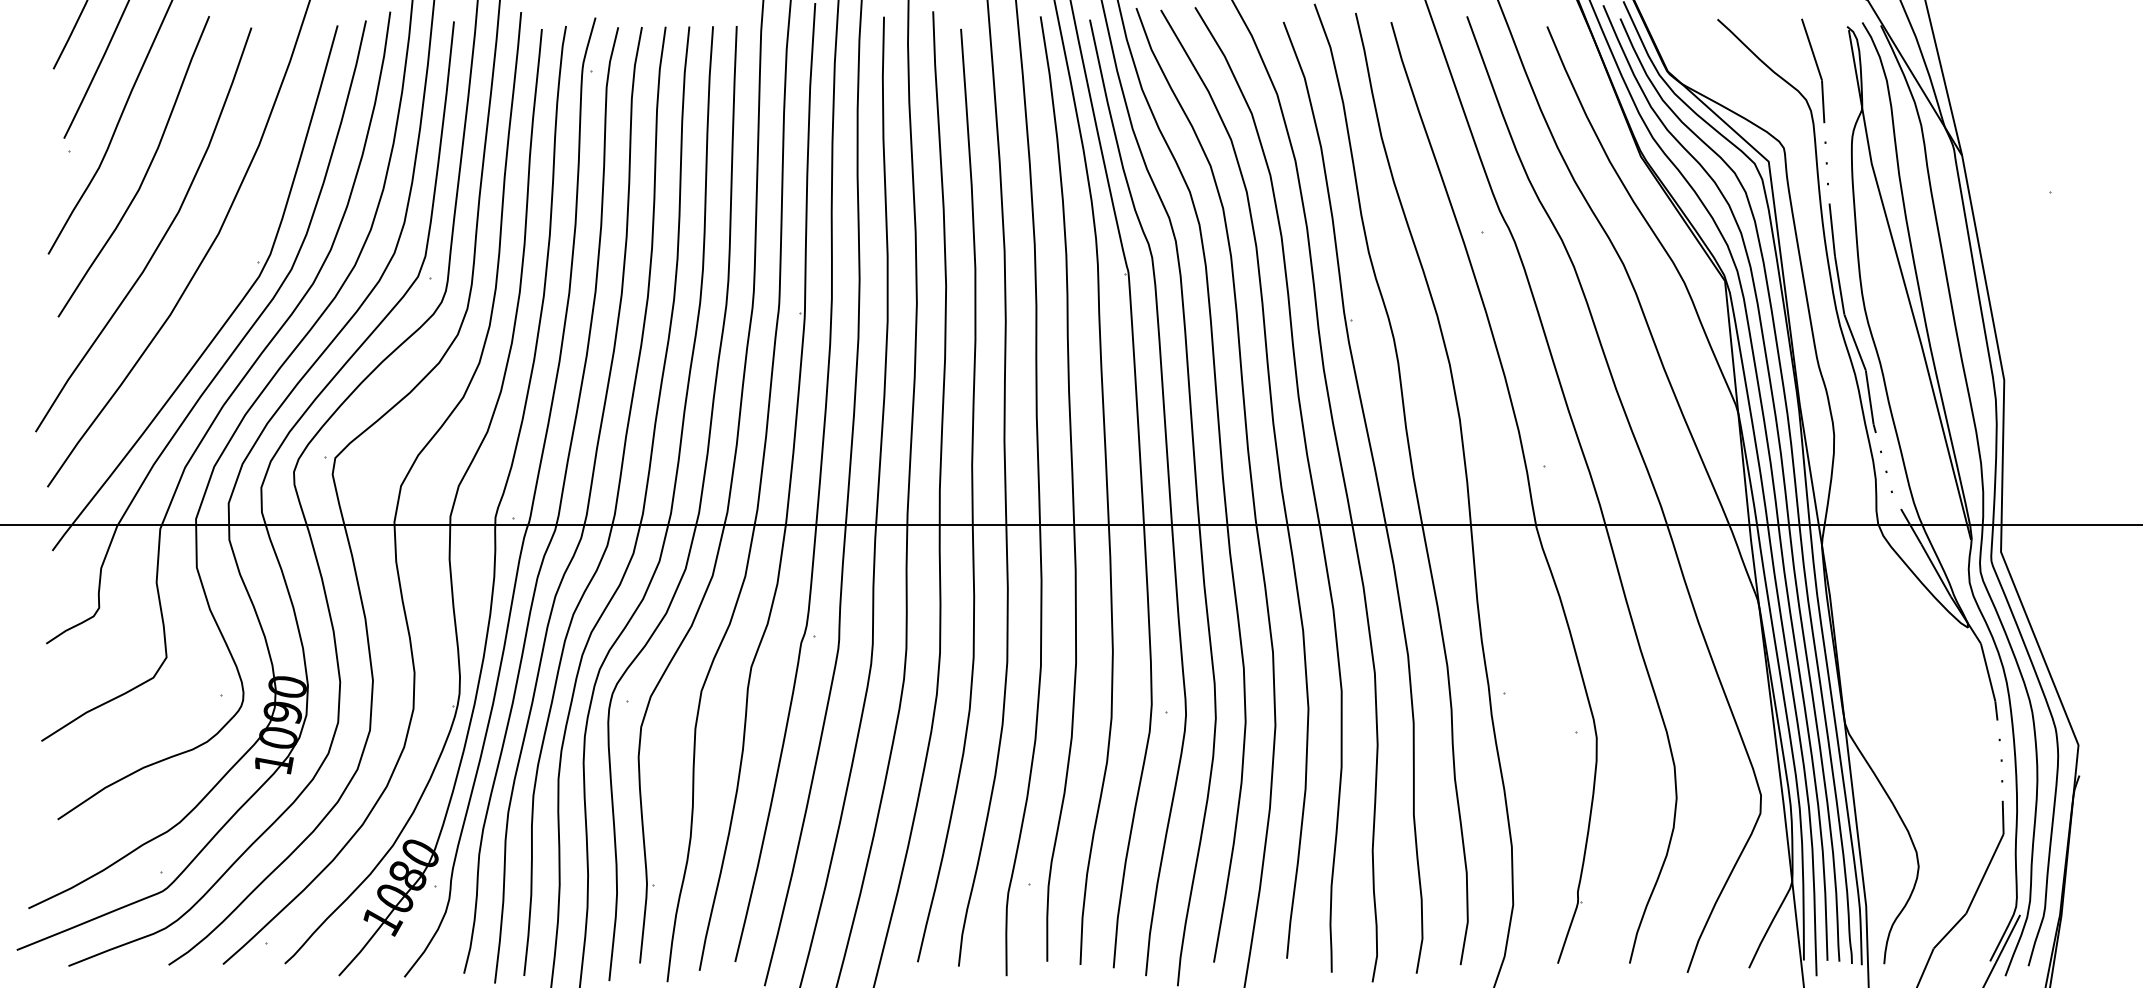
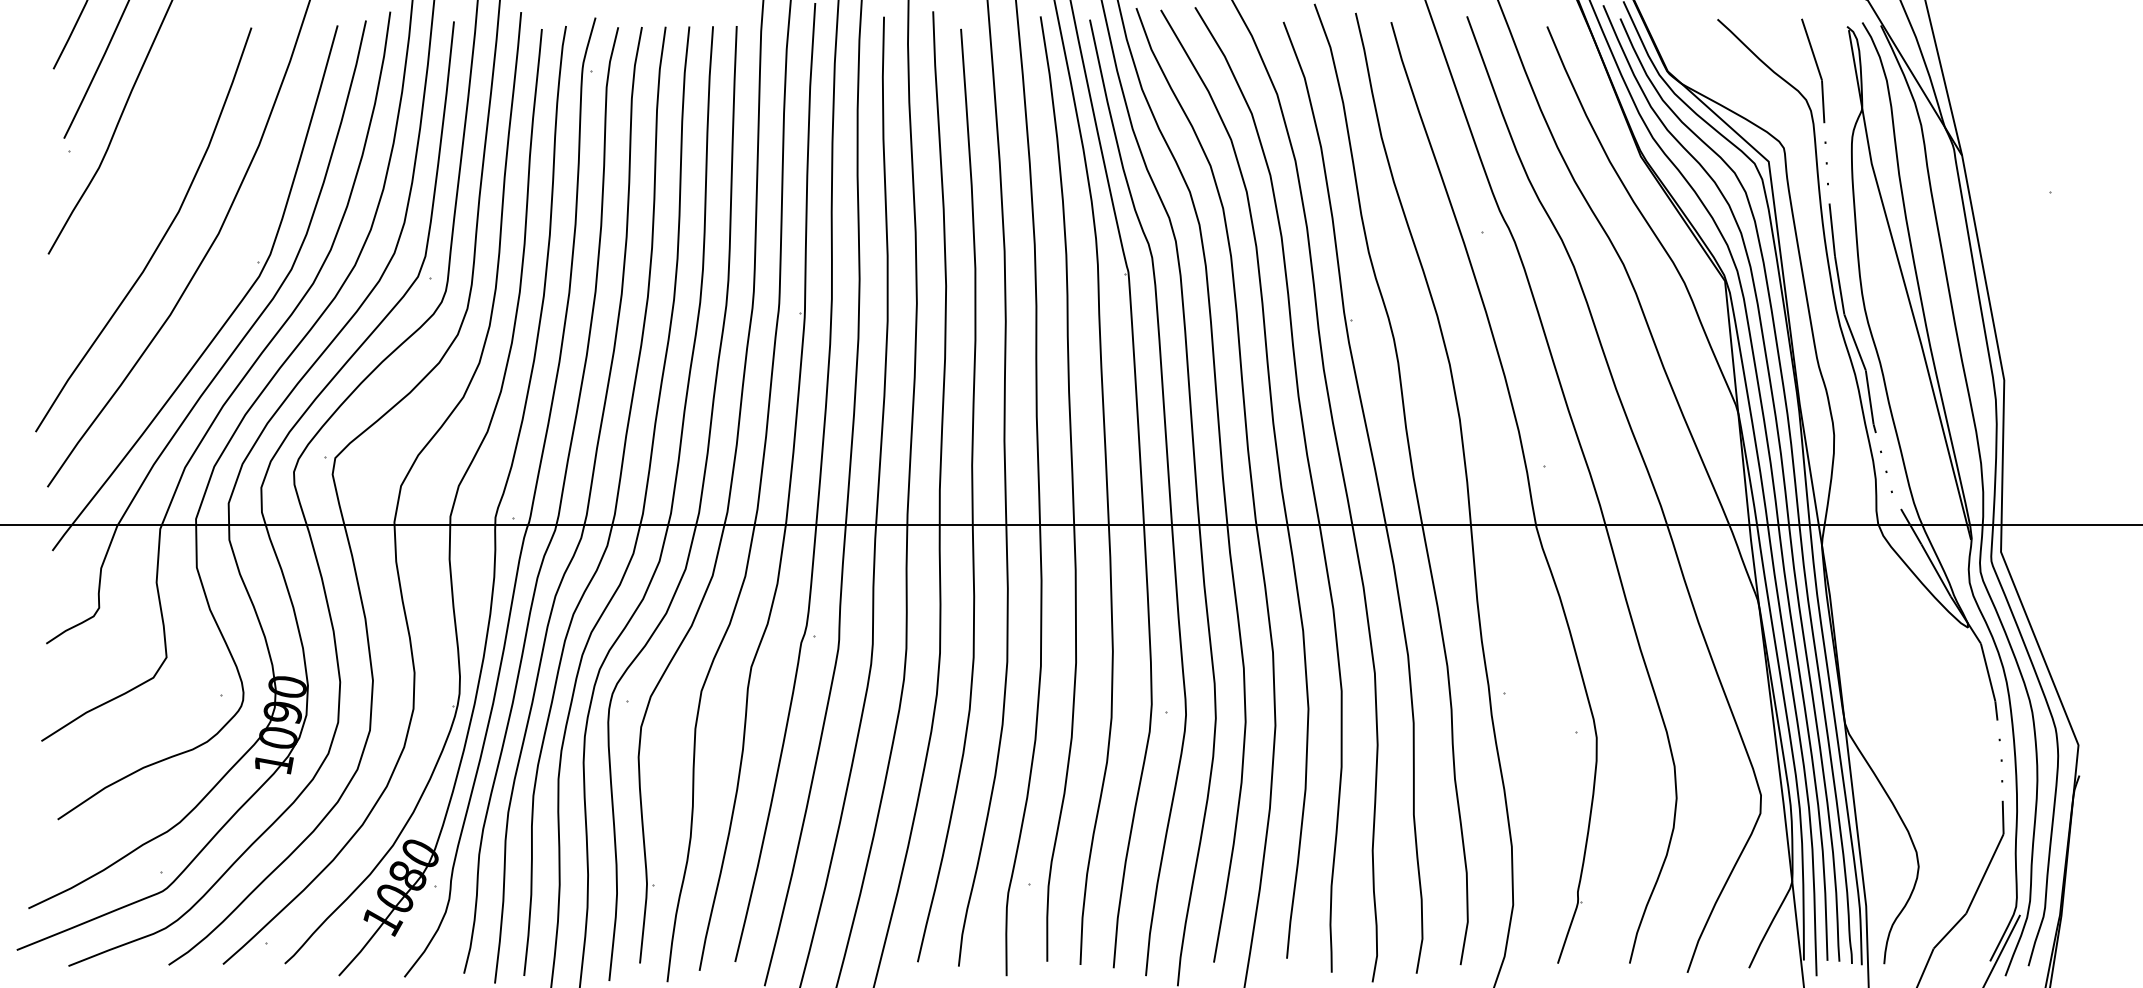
curve at (145, 172): present -> none
